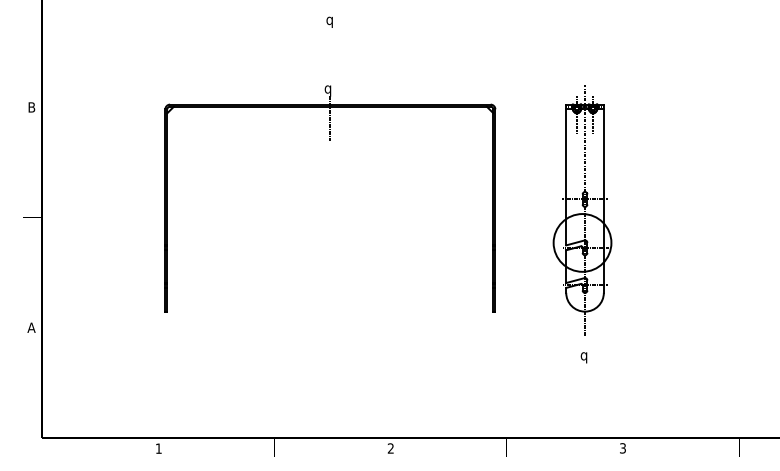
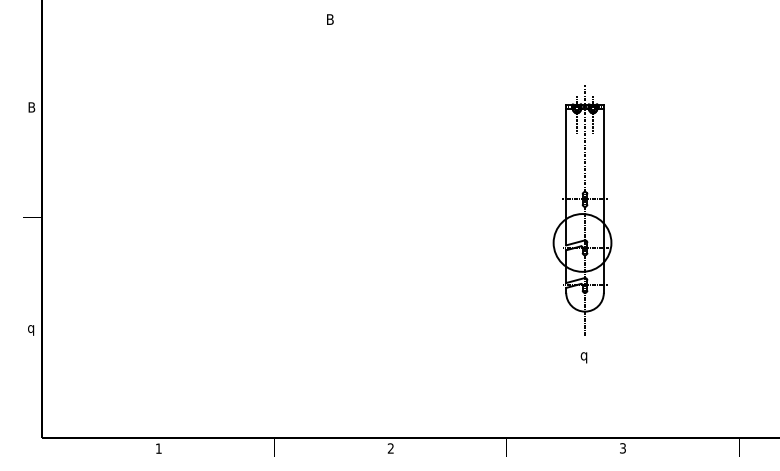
text at (329, 20): q -> B
part at (330, 140): present -> none
text at (31, 328): A -> q
